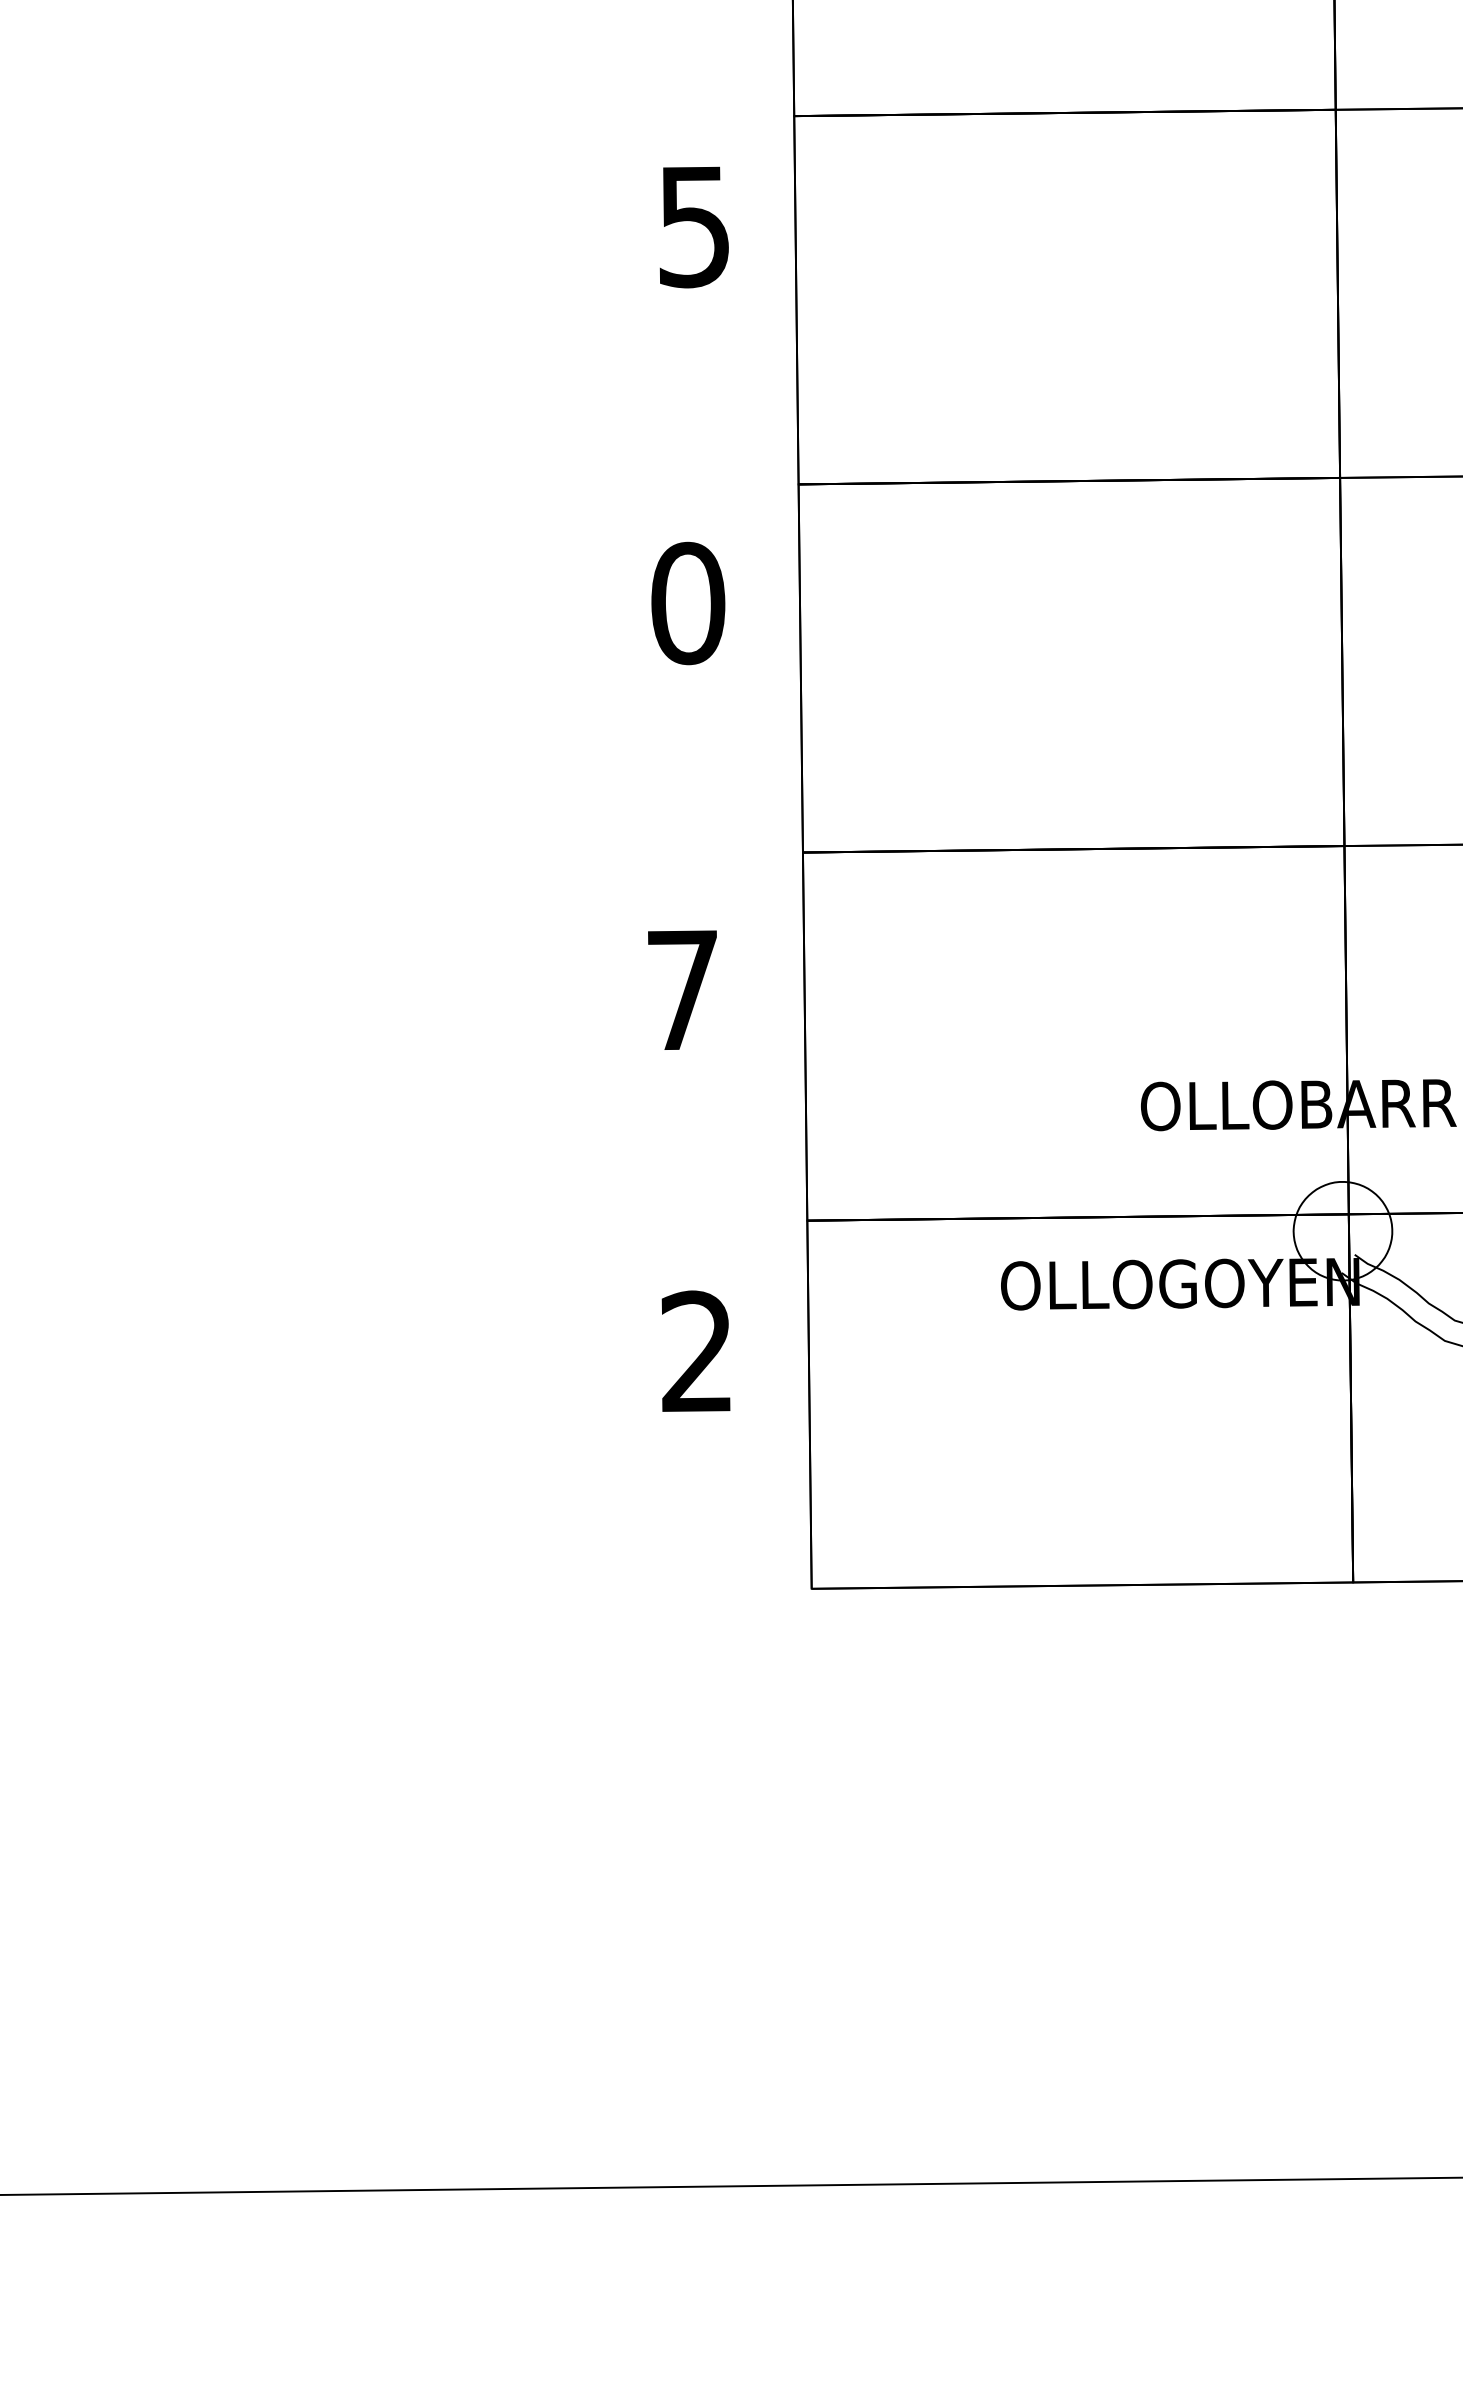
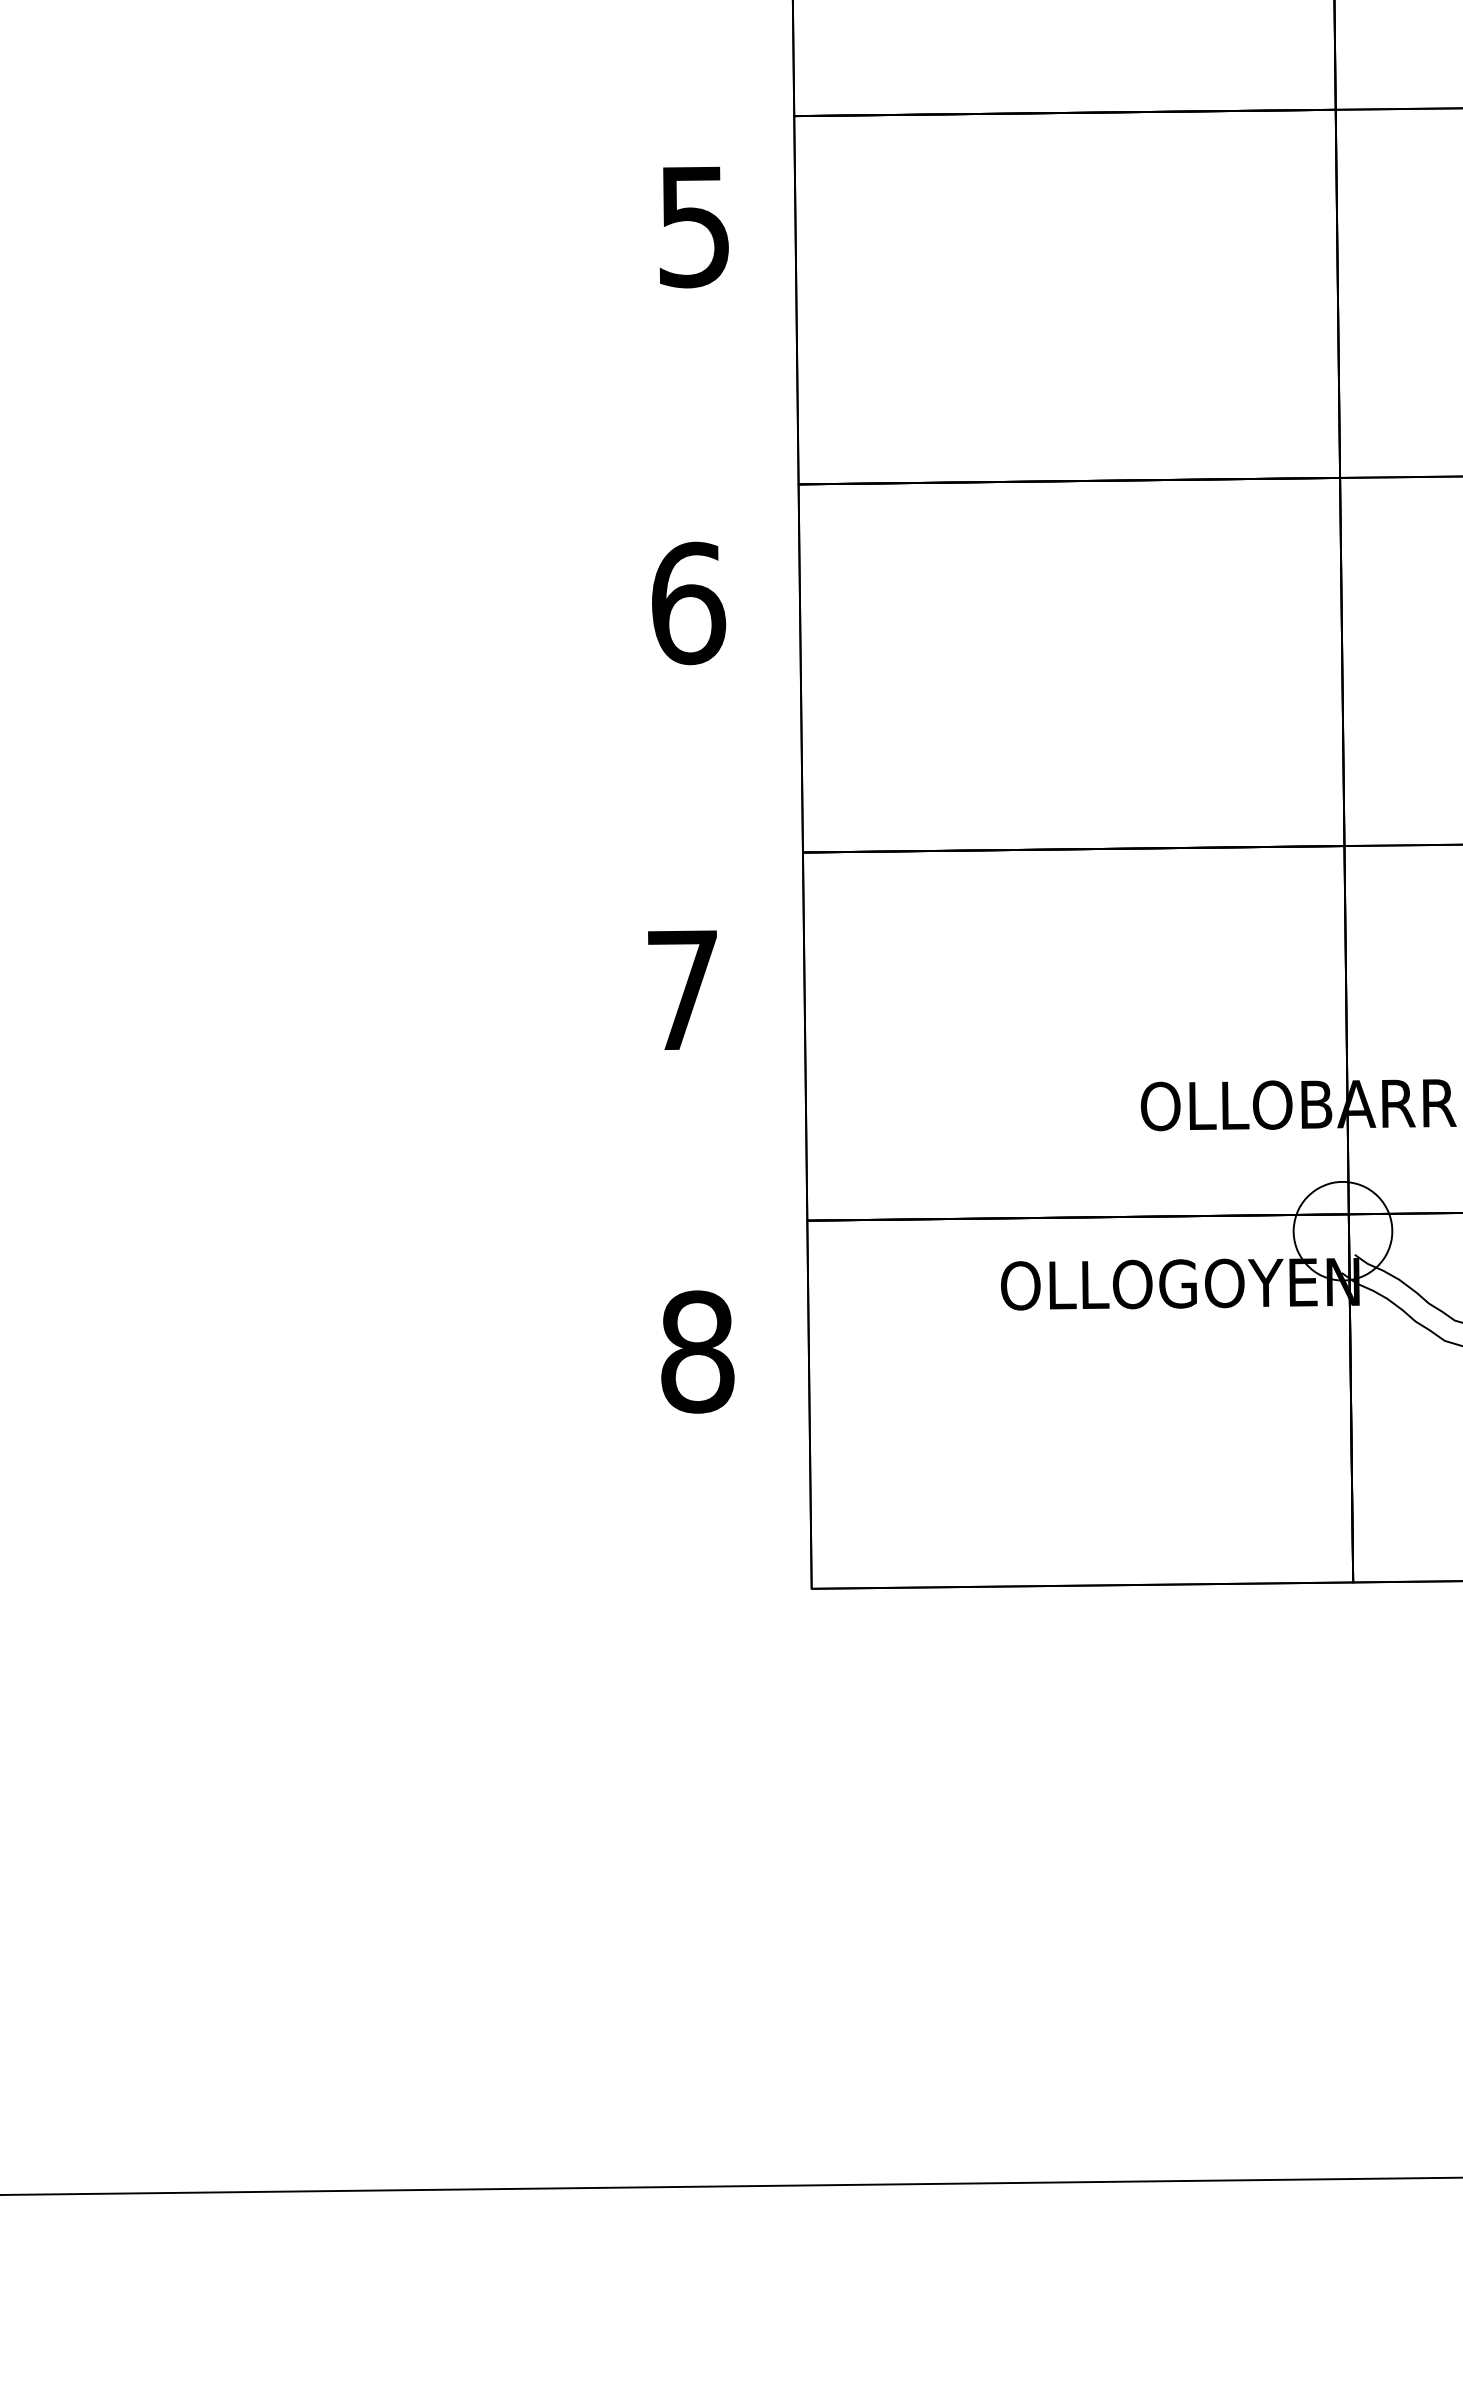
text at (688, 603): 0 -> 6
text at (697, 1351): 2 -> 8
